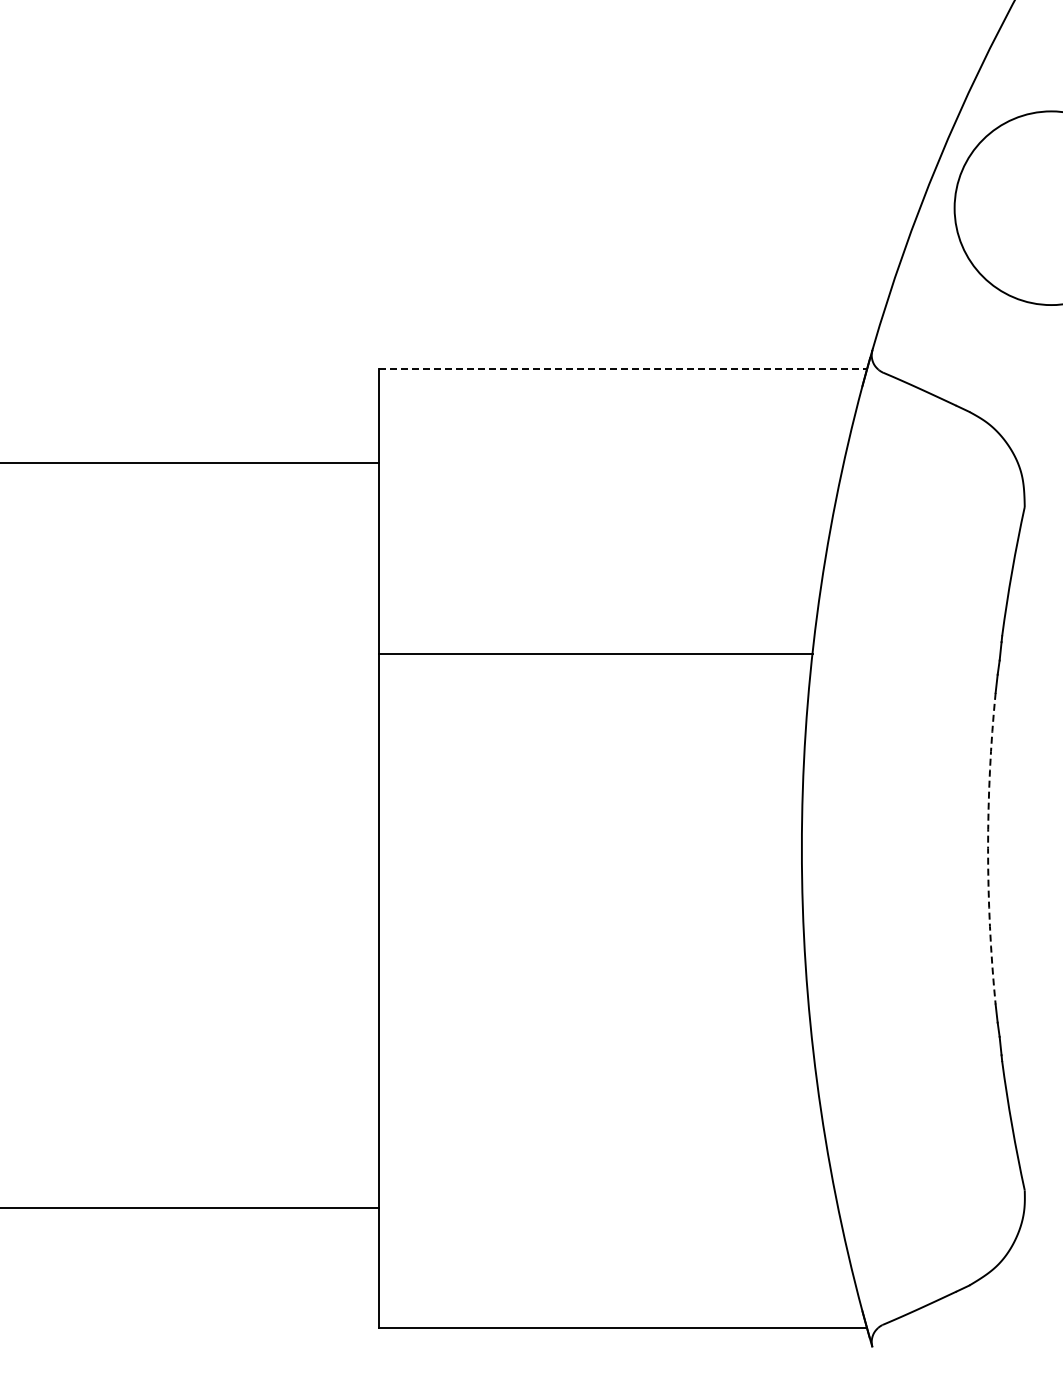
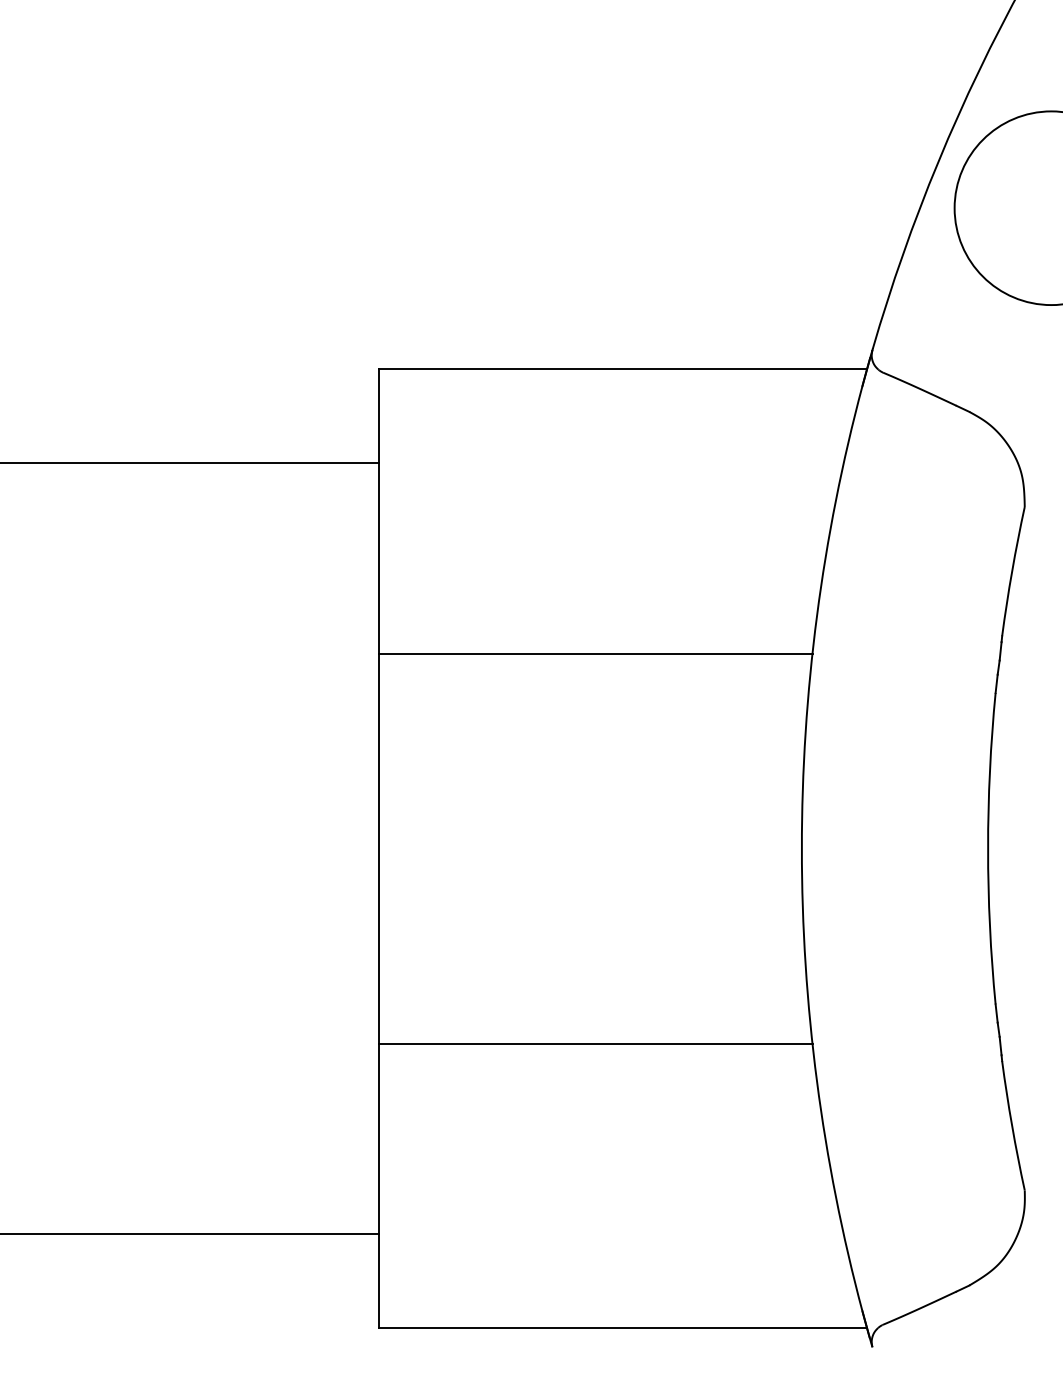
line at (623, 369): dashed -> solid
arc at (988, 848): dashed -> solid
line at (595, 1043): none -> present
line at (190, 1208) position: (190, 1208) -> (190, 1234)
